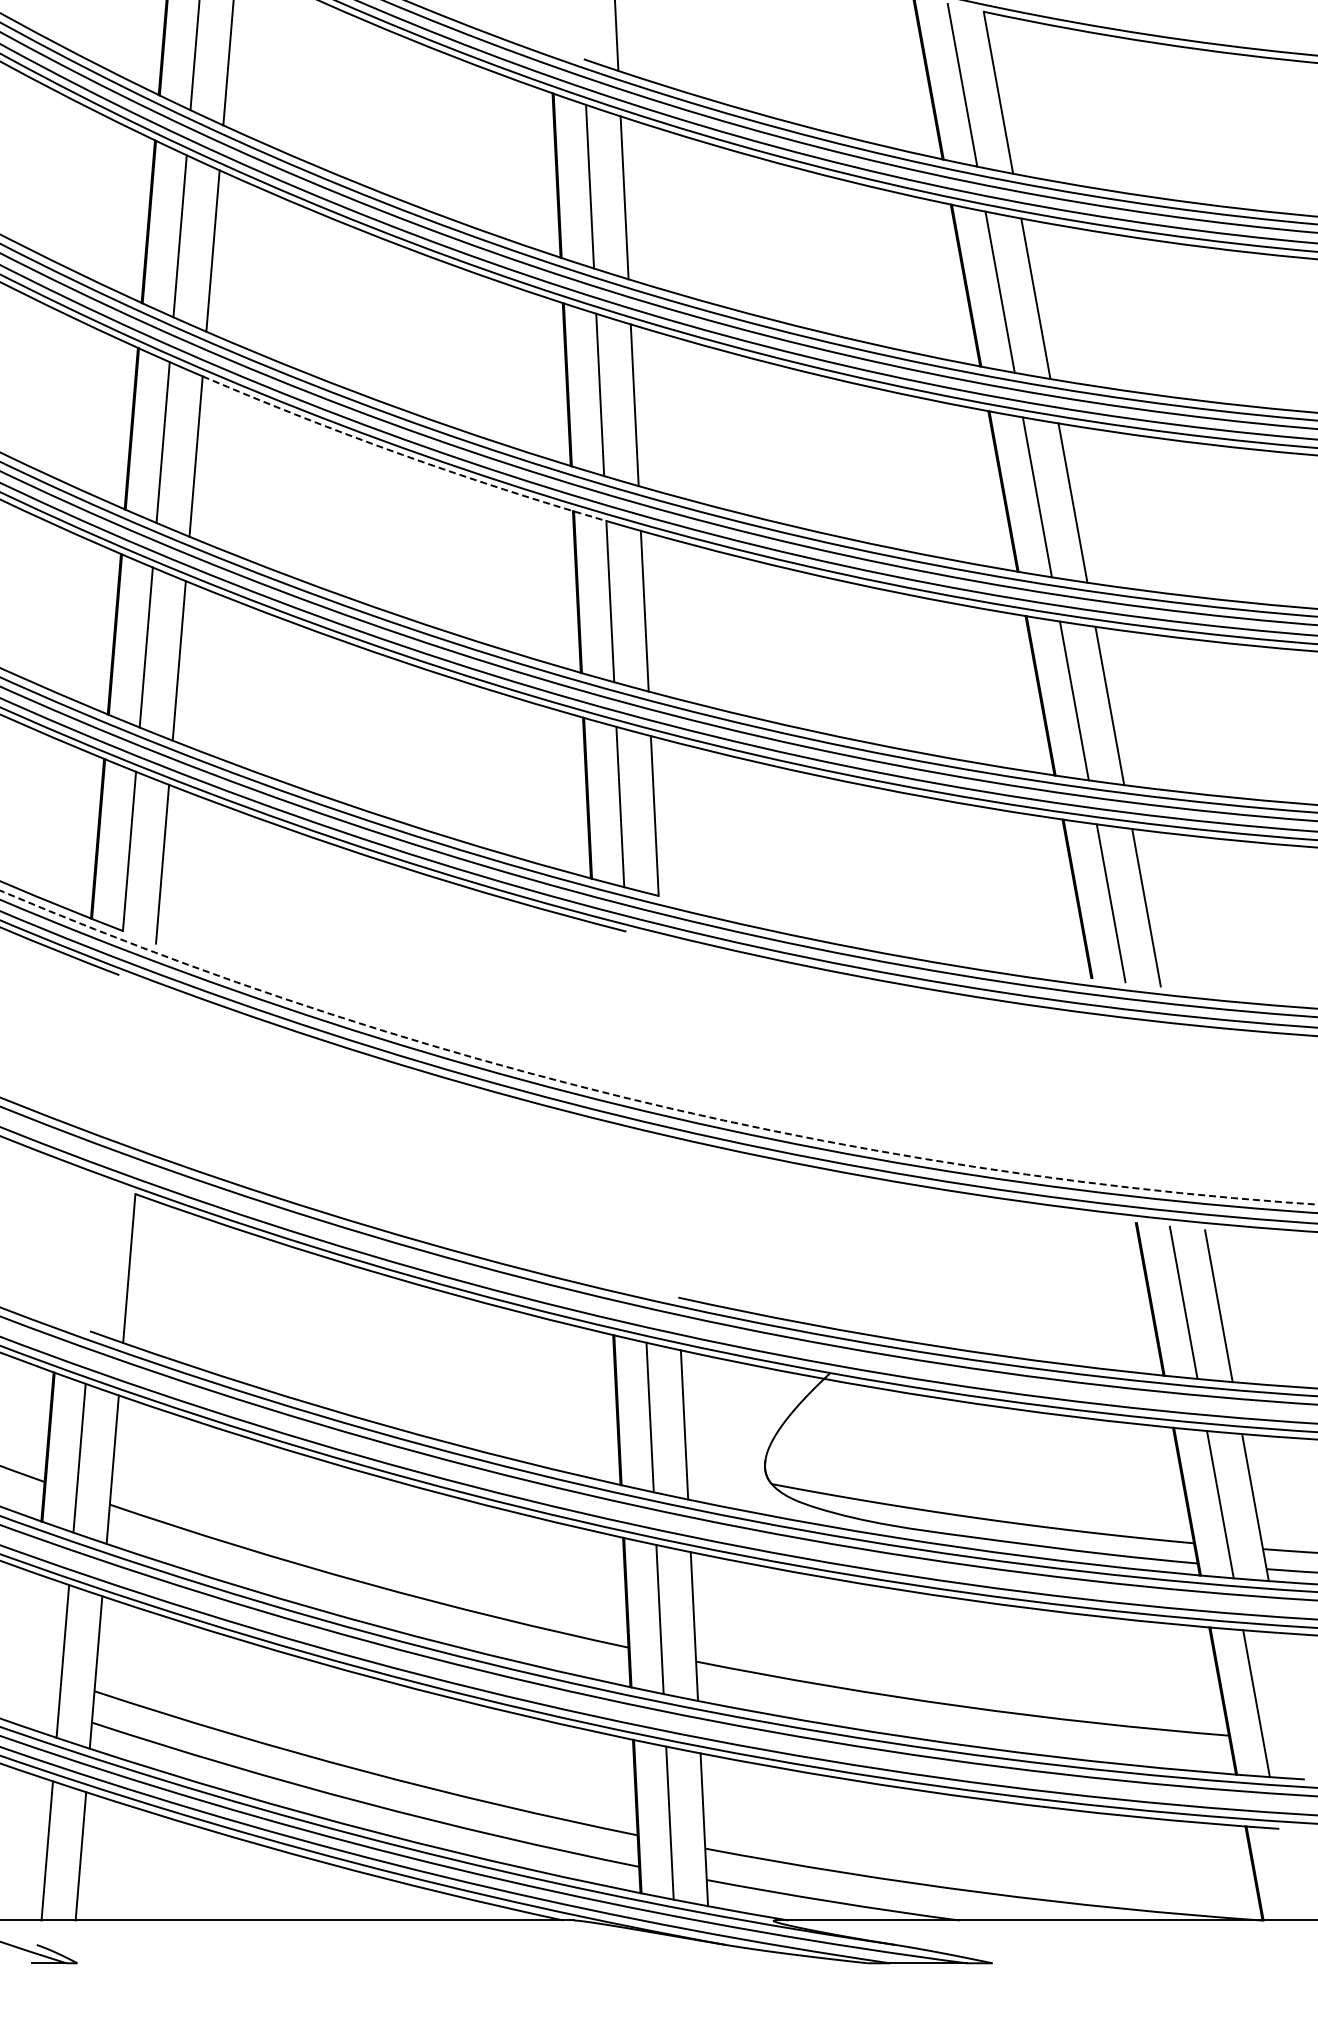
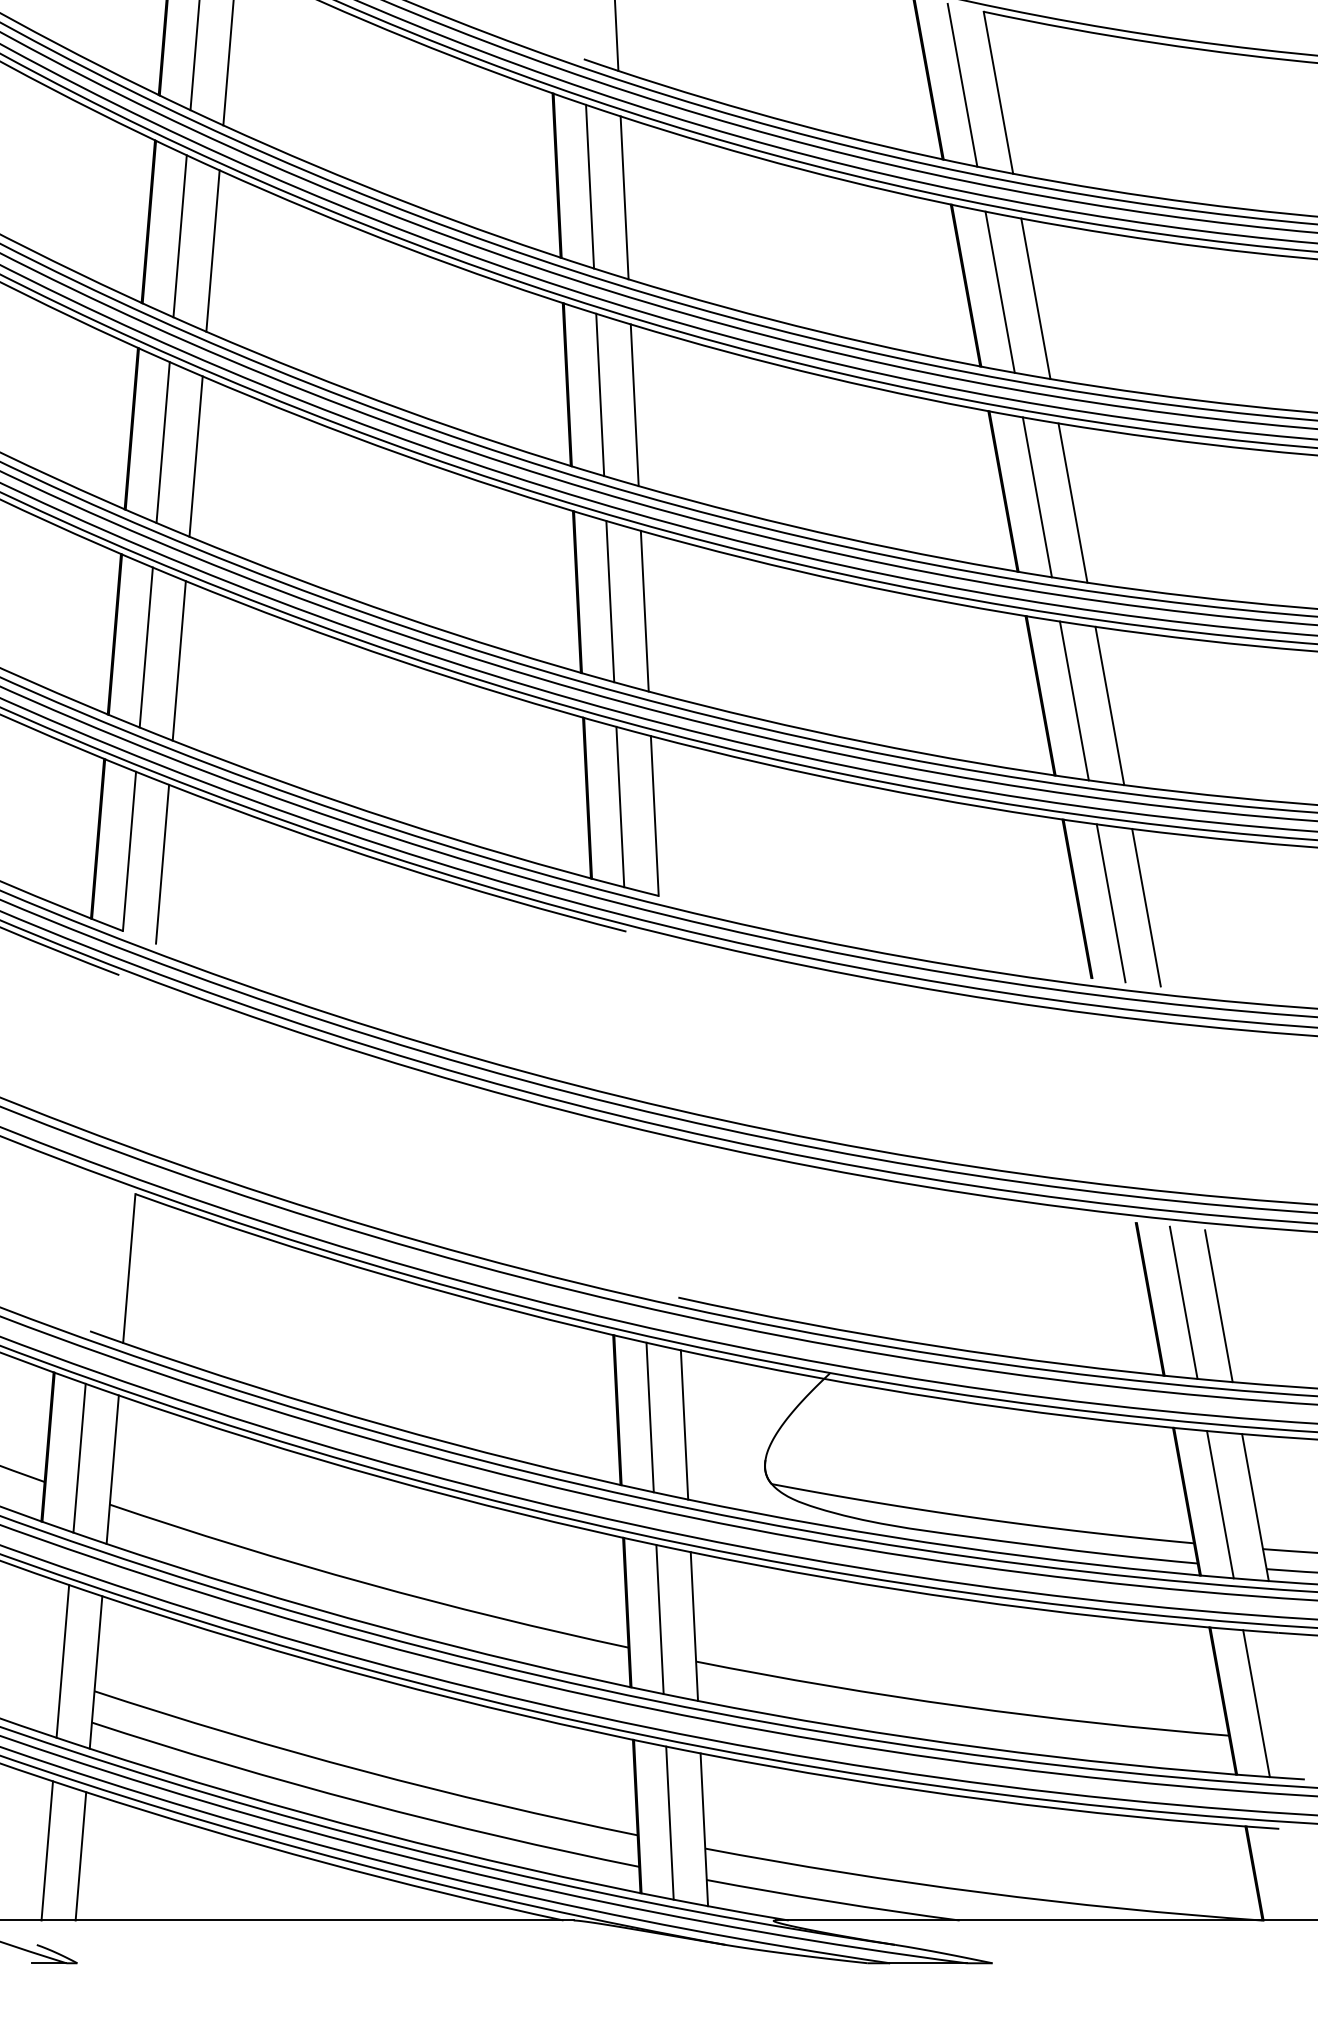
arc at (402, 454): dashed -> solid
circle at (658, 1047): dashed -> solid
